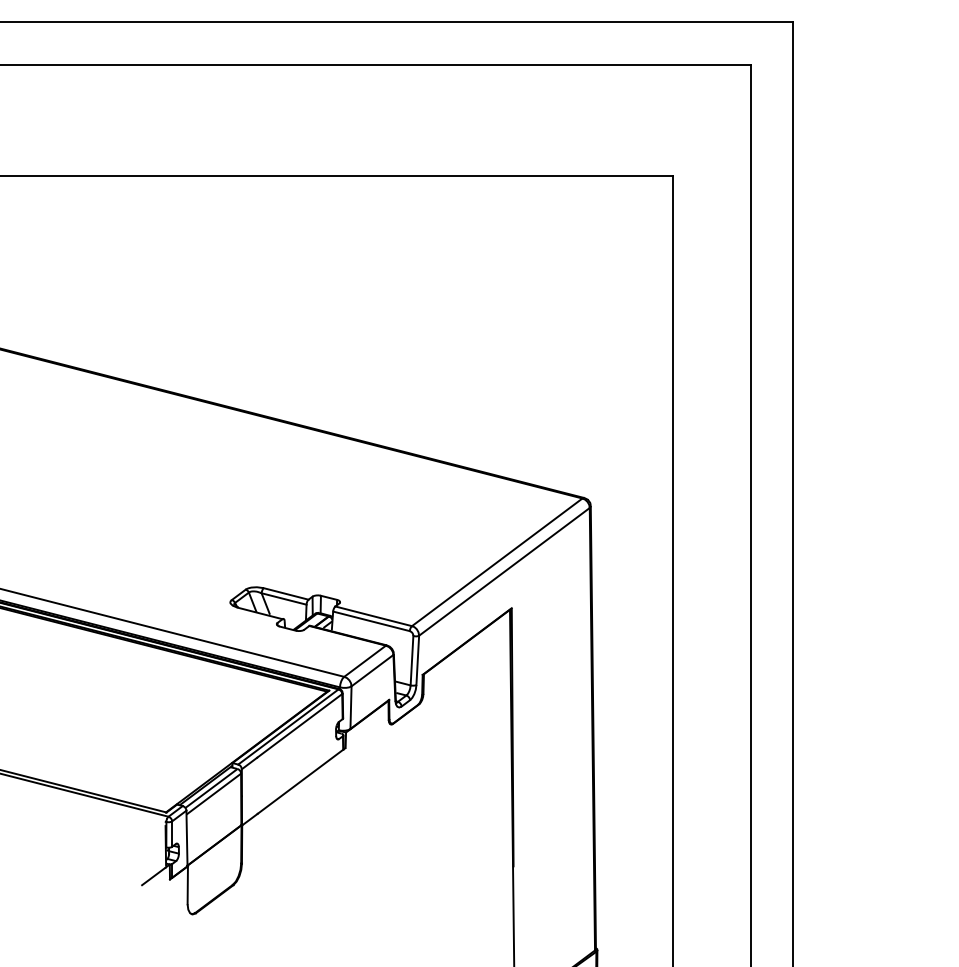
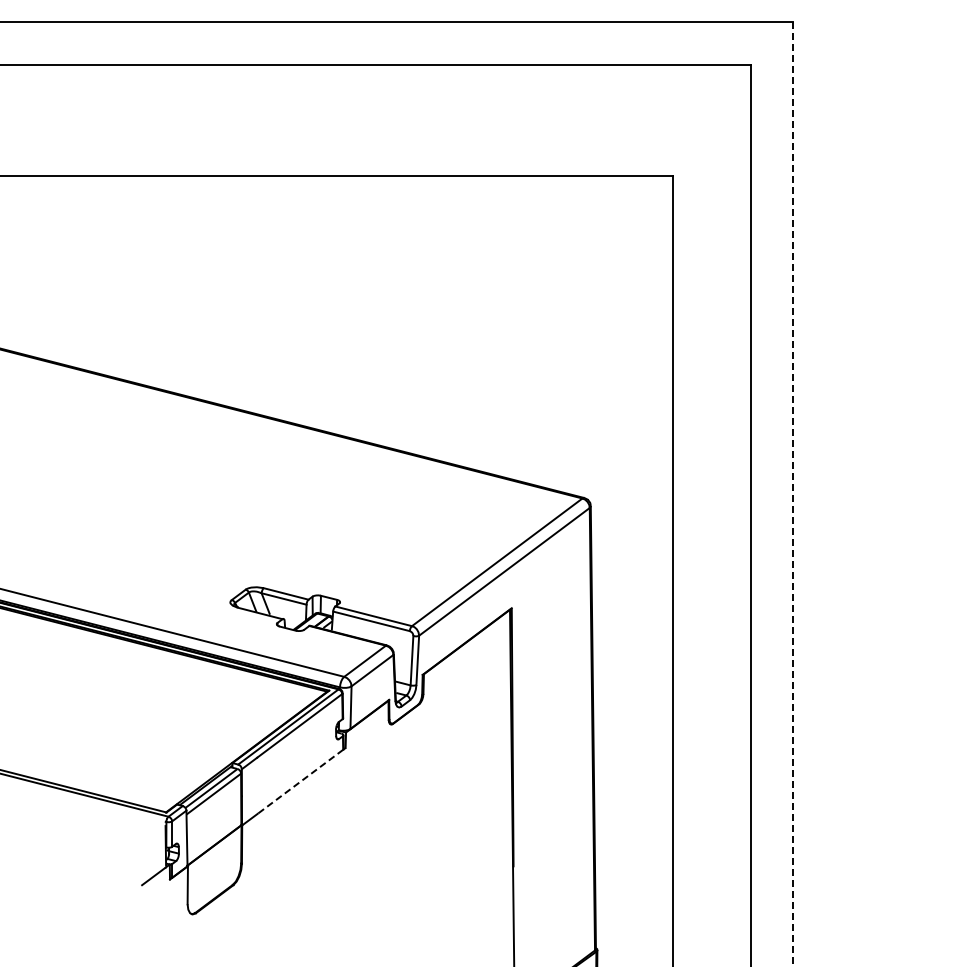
line at (793, 494): solid -> dashed
line at (300, 782): solid -> dashed
